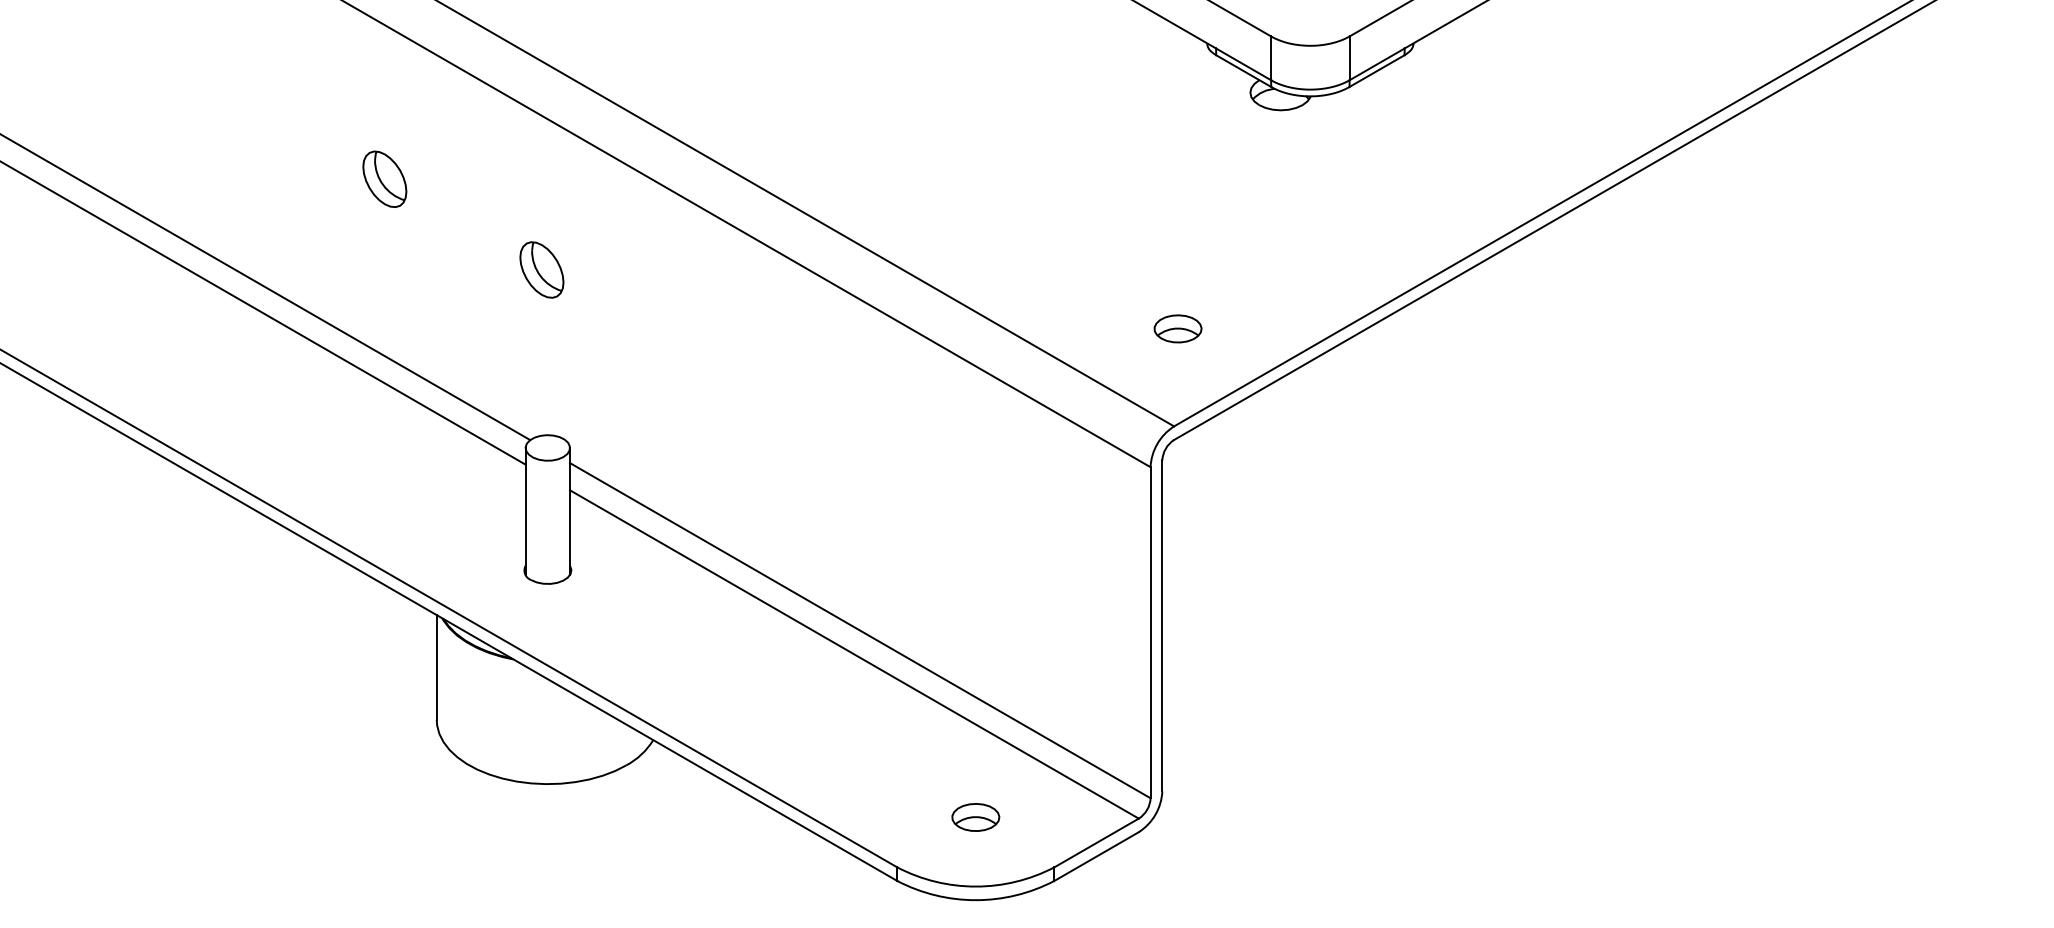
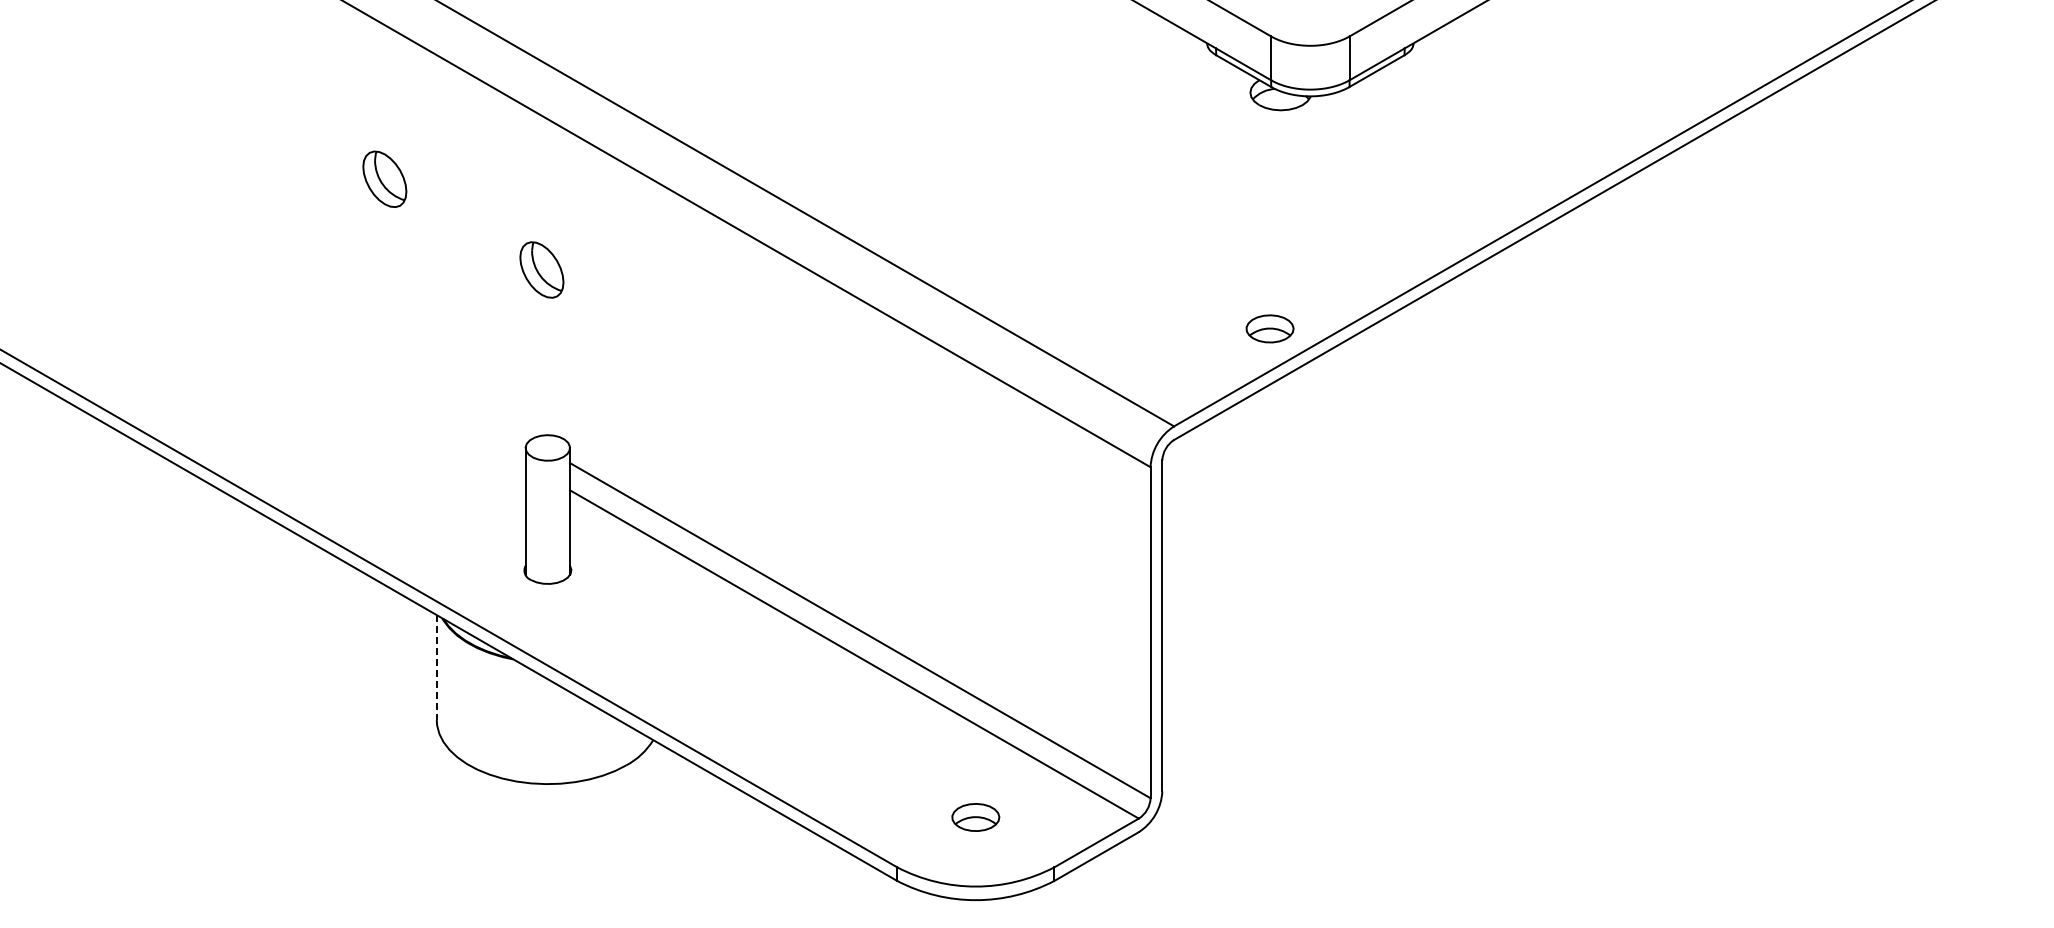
line at (266, 287): present -> none
line at (263, 313): present -> none
part at (1177, 328) position: (1177, 328) -> (1269, 328)
line at (436, 668): solid -> dashed
